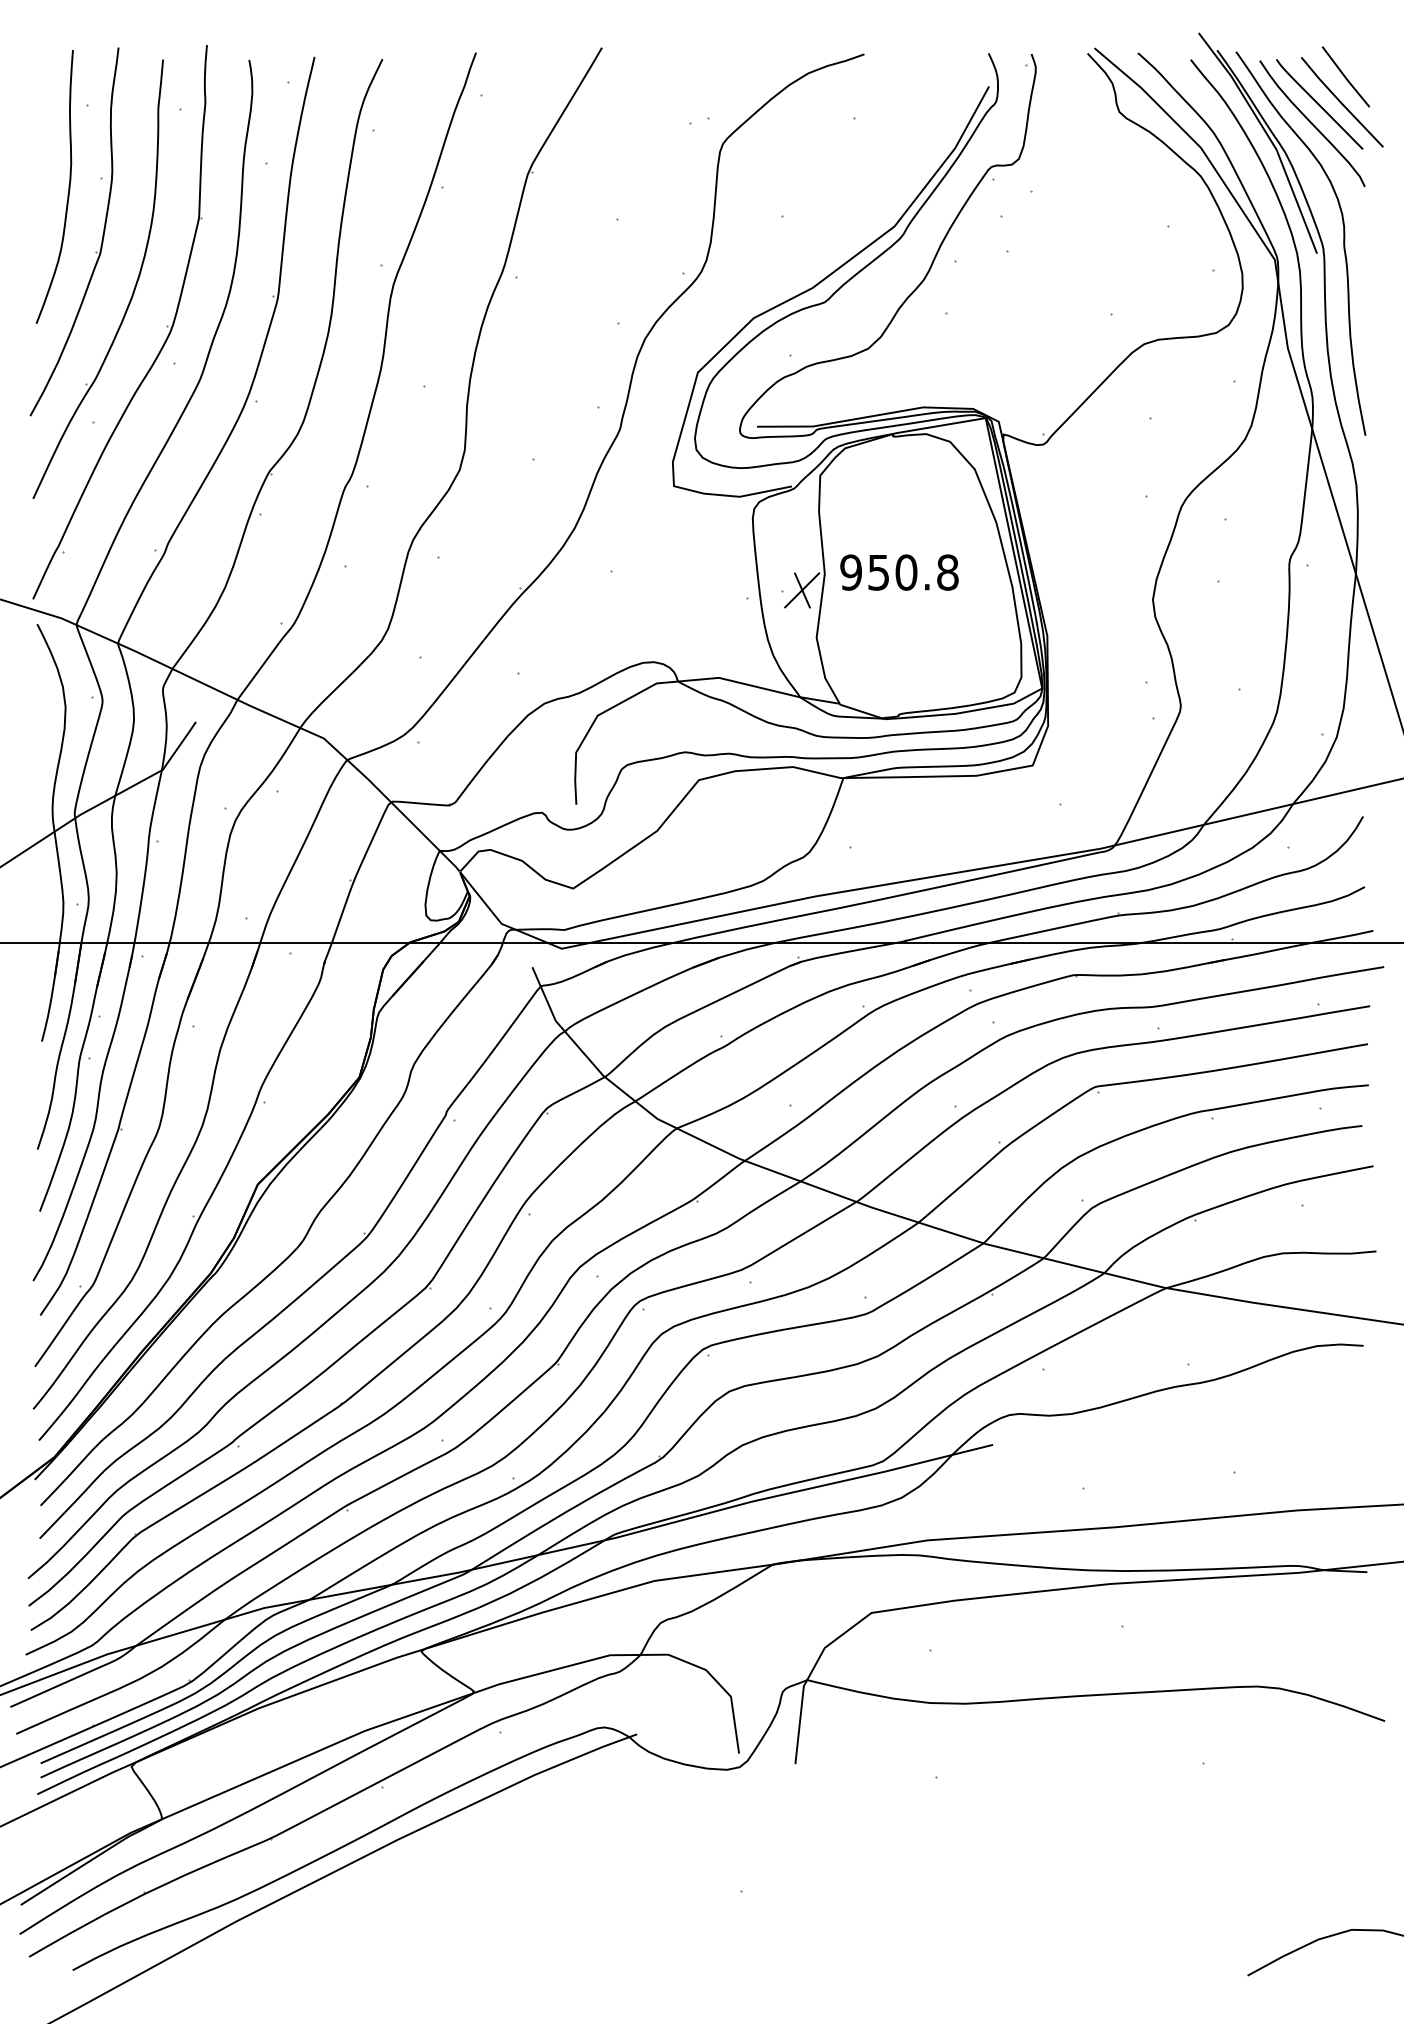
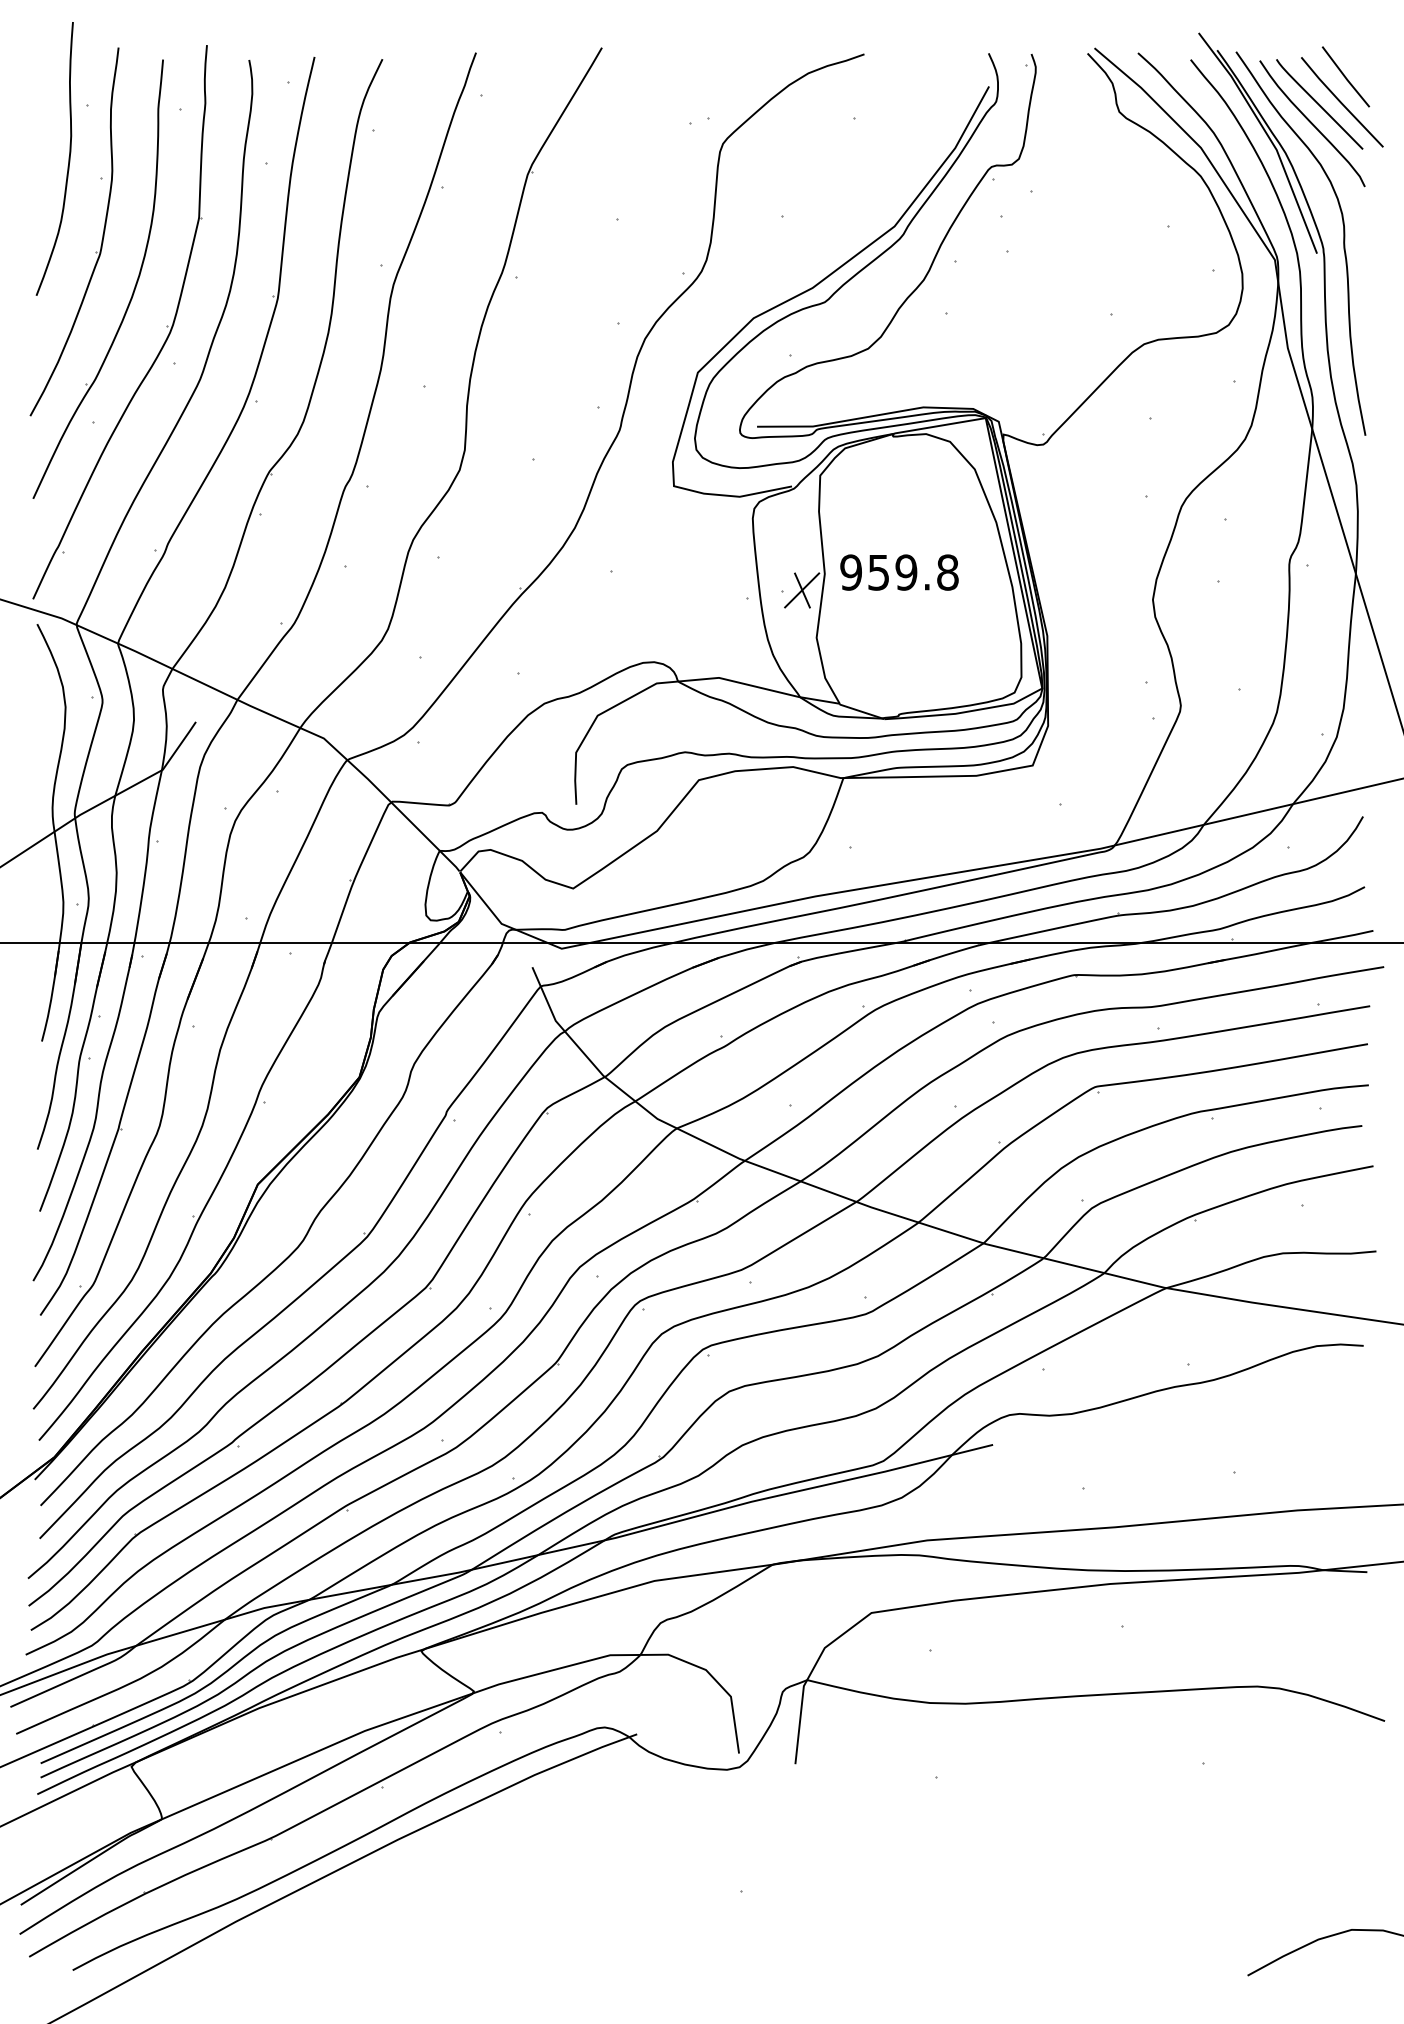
curve at (68, 186) position: (68, 186) -> (68, 158)
text at (906, 572): 950.8 -> 959.8
